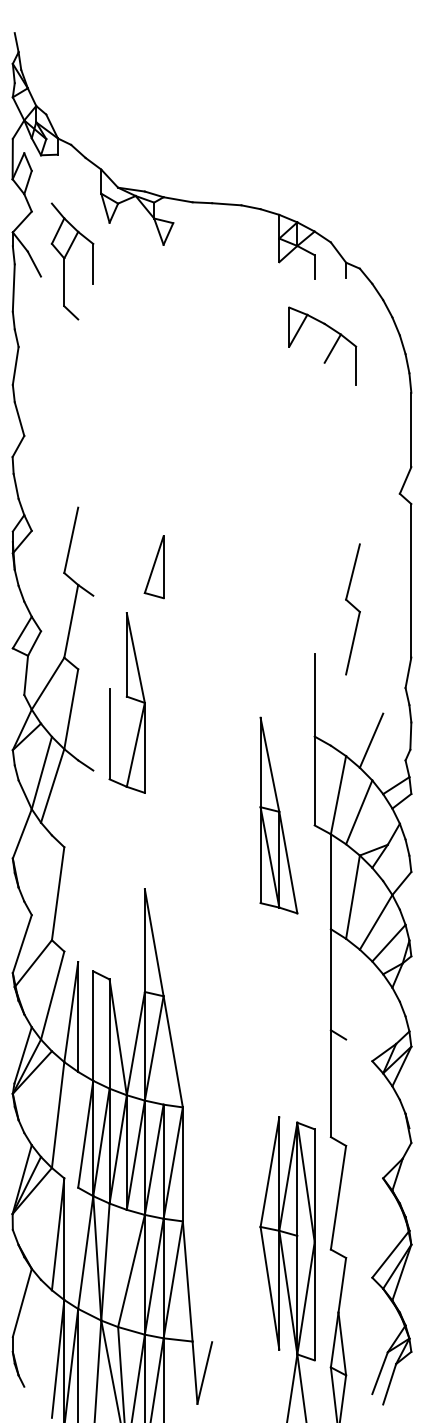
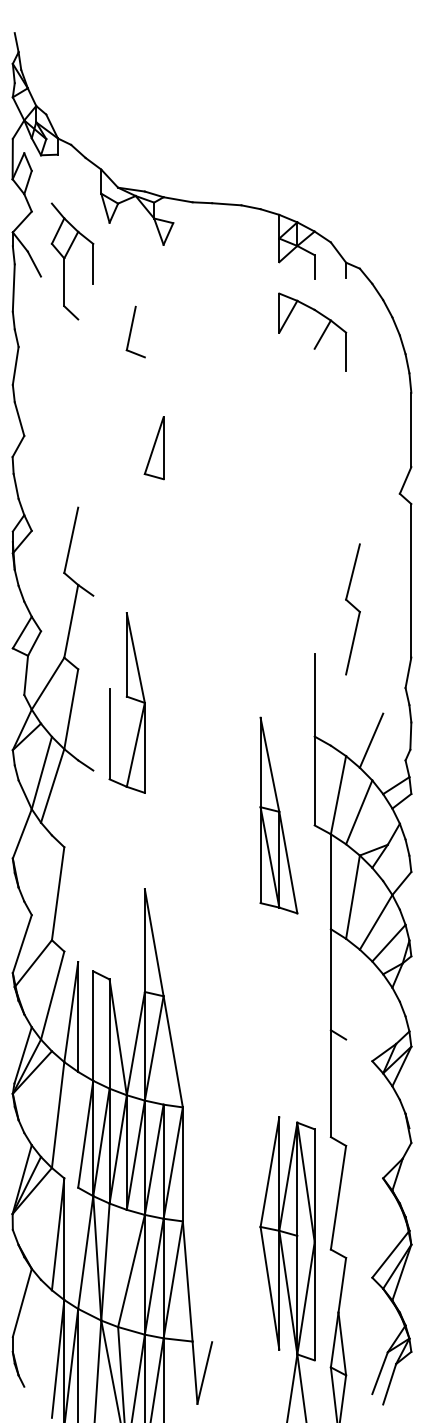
part at (135, 331): none -> present
part at (330, 350) position: (330, 350) -> (320, 336)
part at (153, 567) position: (153, 567) -> (153, 448)
